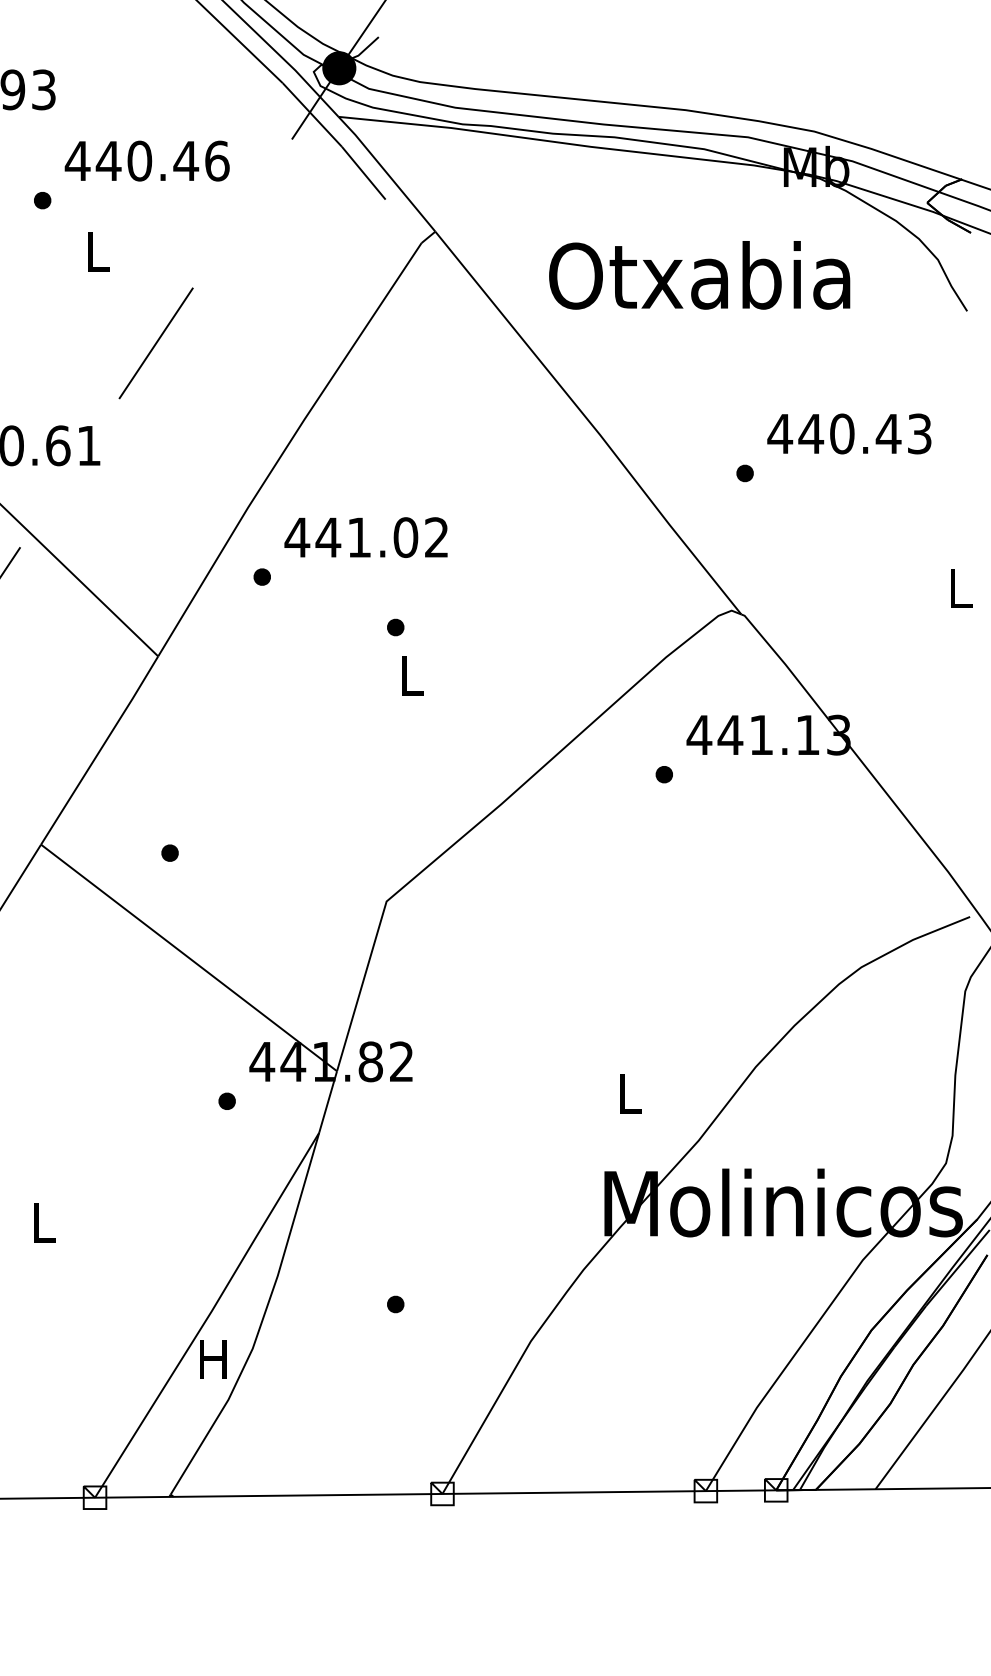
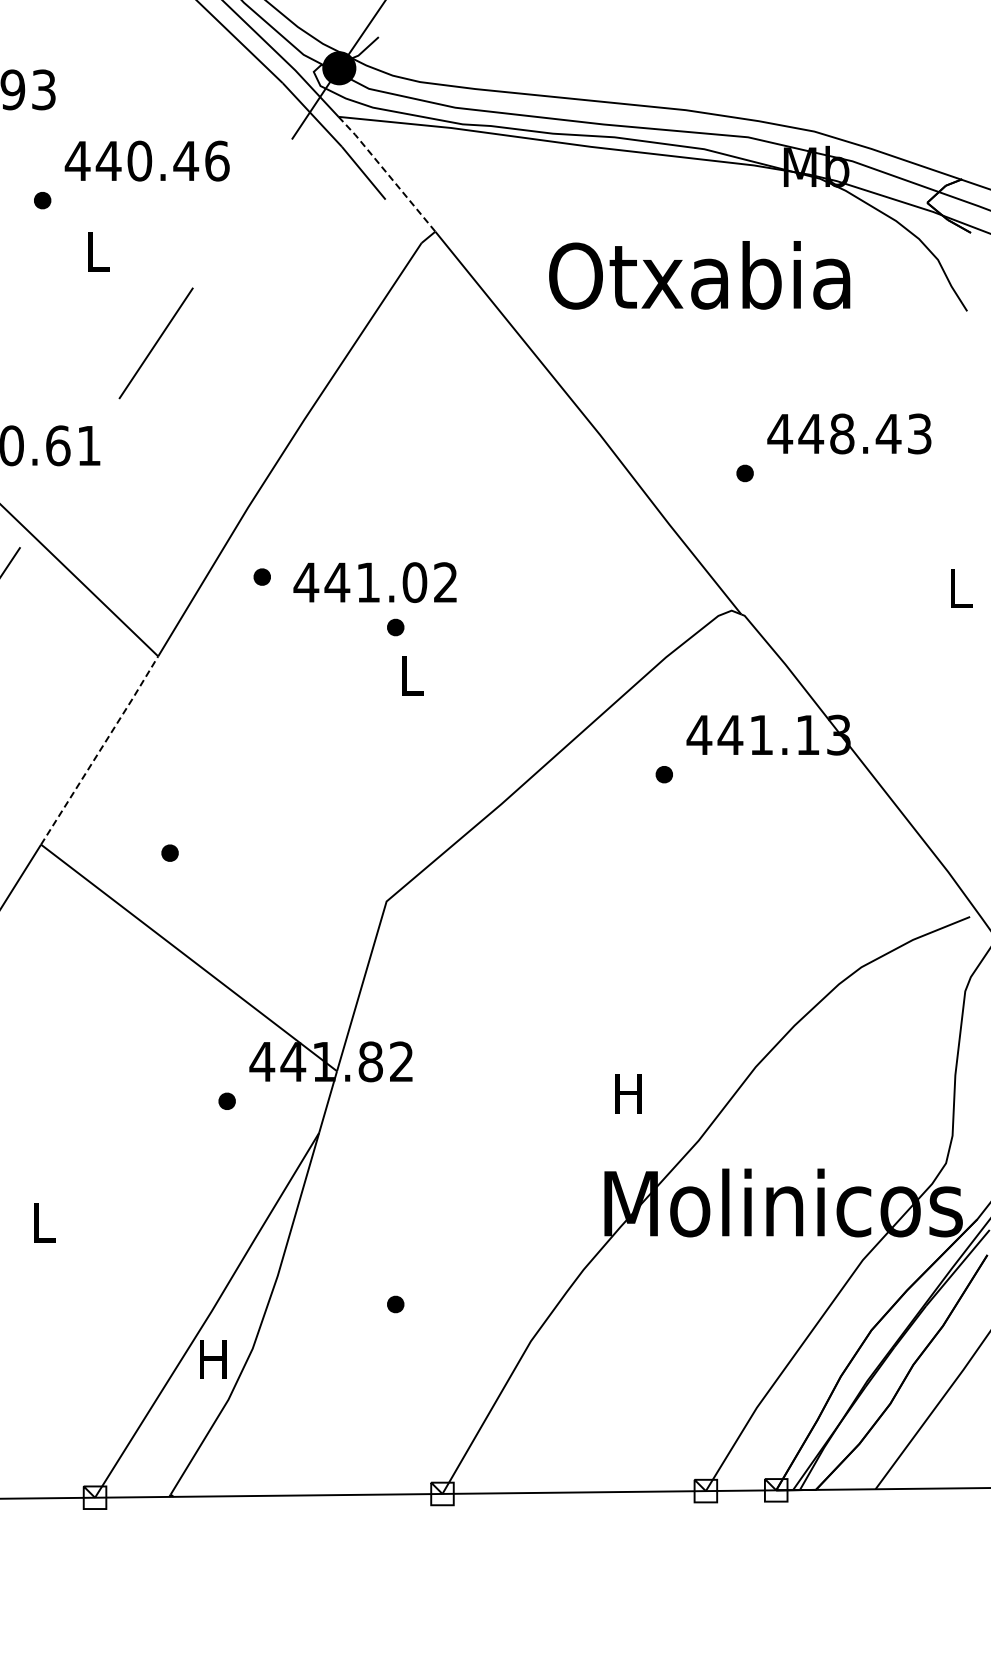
line at (387, 173): solid -> dashed
text at (842, 433): 440.43 -> 448.43
text at (365, 537) position: (365, 537) -> (374, 582)
line at (100, 750): solid -> dashed
text at (628, 1093): L -> H
